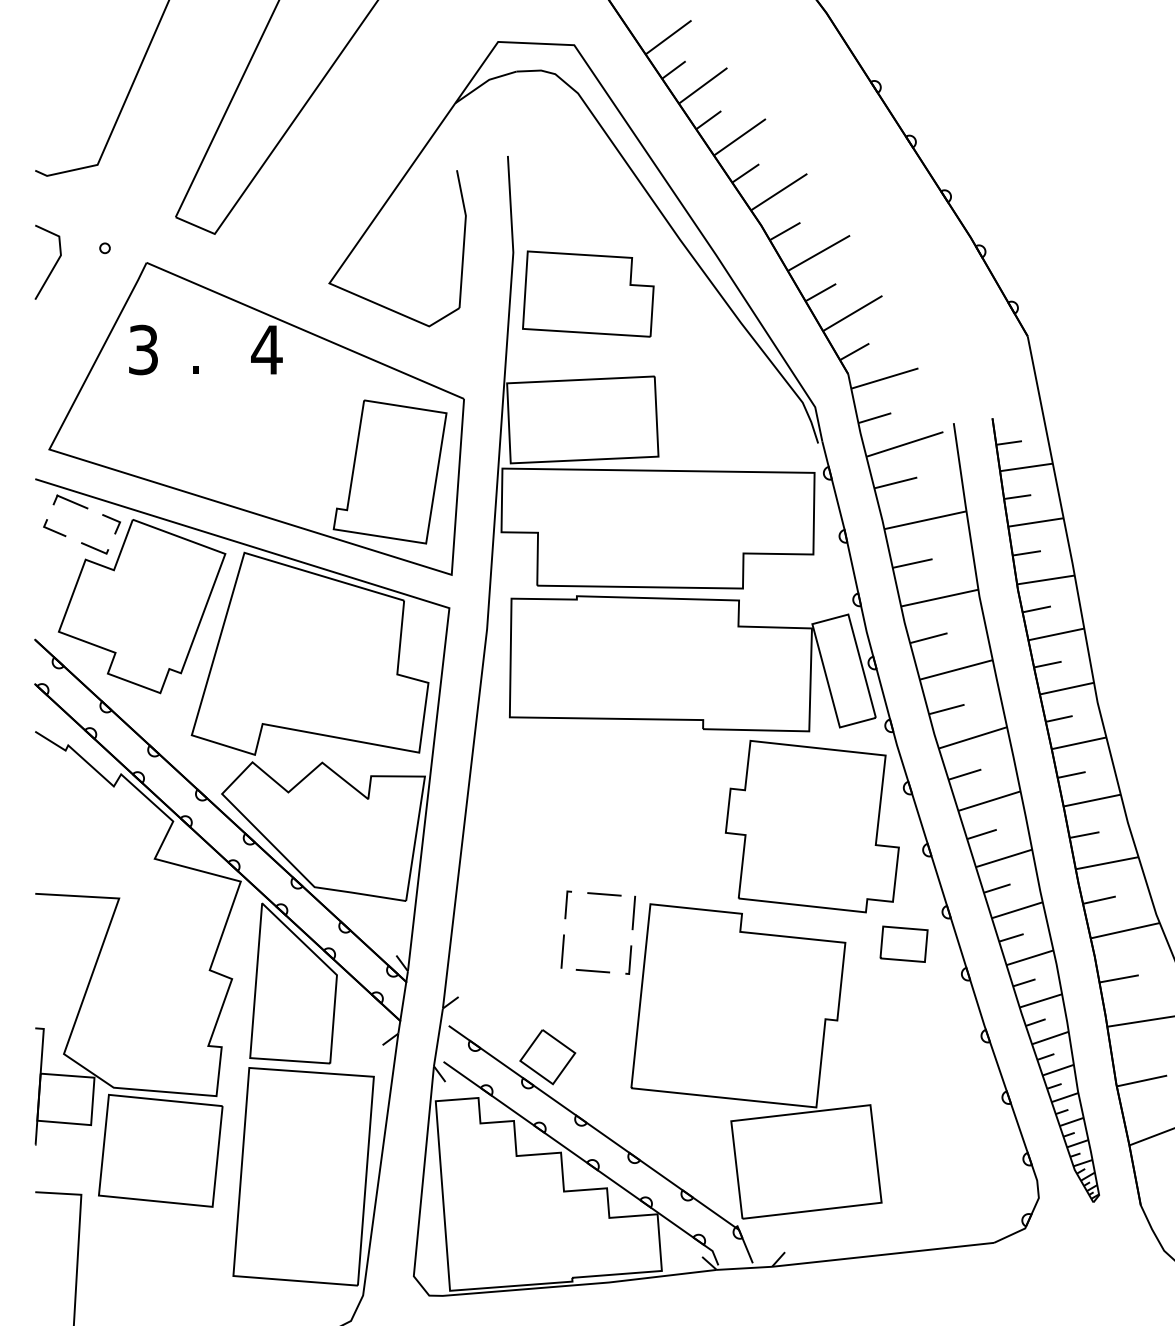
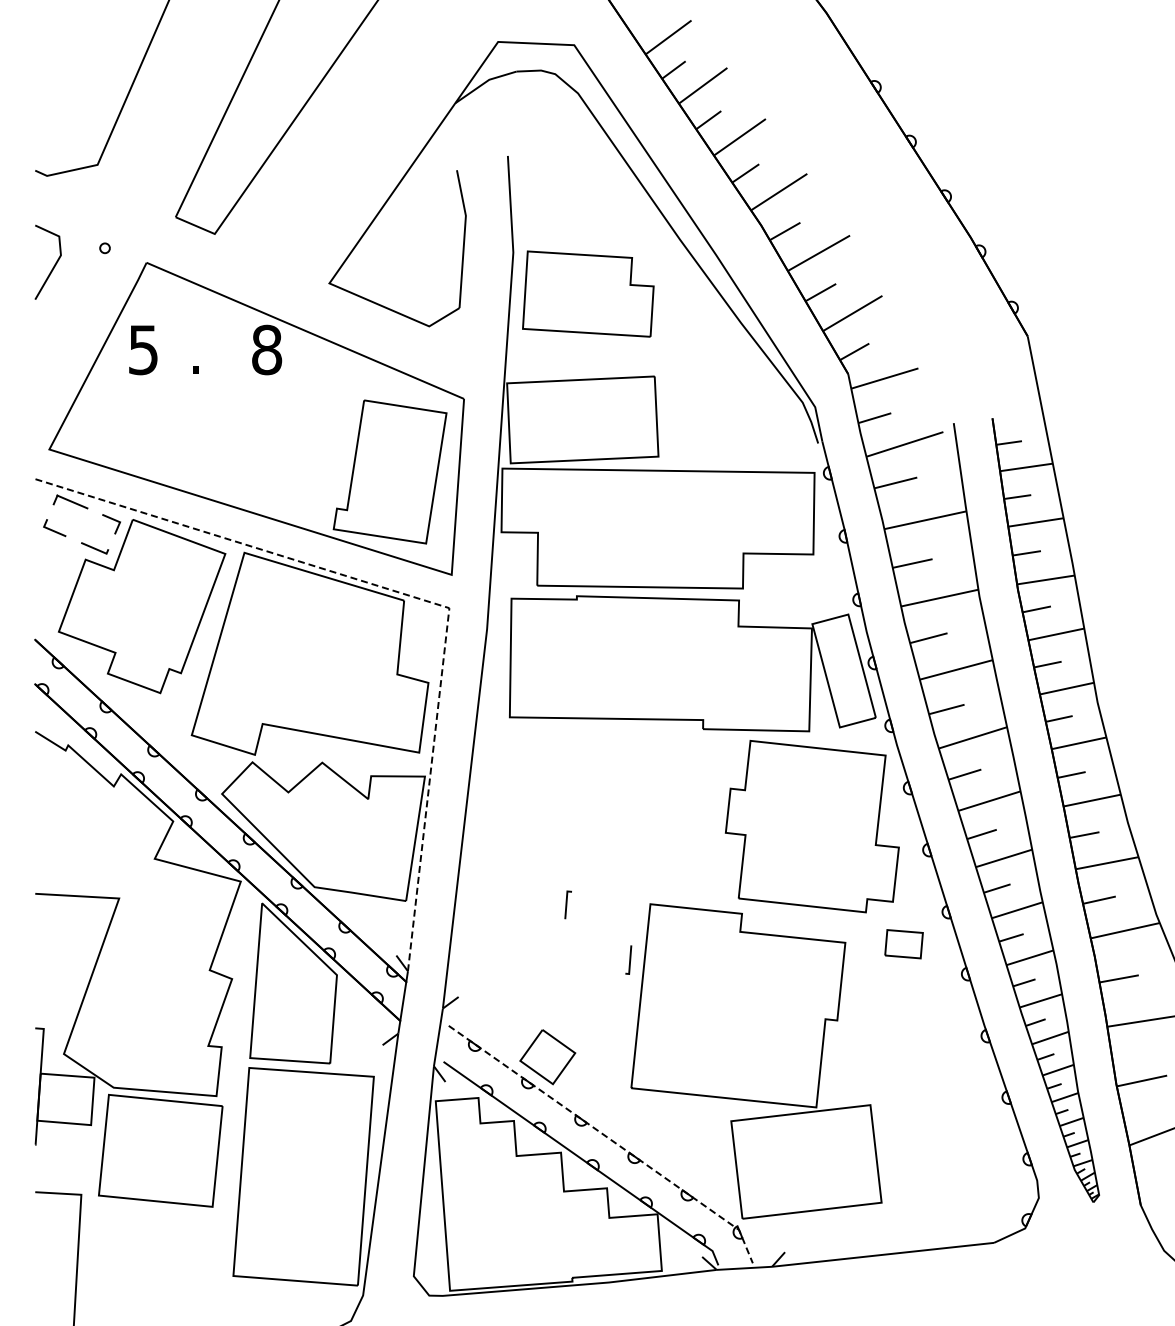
text at (143, 349): 3 -> 5
text at (266, 349): 4 -> 8
line at (416, 598): solid -> dashed
line at (604, 894): present -> none
line at (633, 912): present -> none
part at (903, 943) size: 50x38 px -> 40x31 px
line at (562, 951): present -> none
line at (592, 970): present -> none
line at (610, 1139): solid -> dashed
